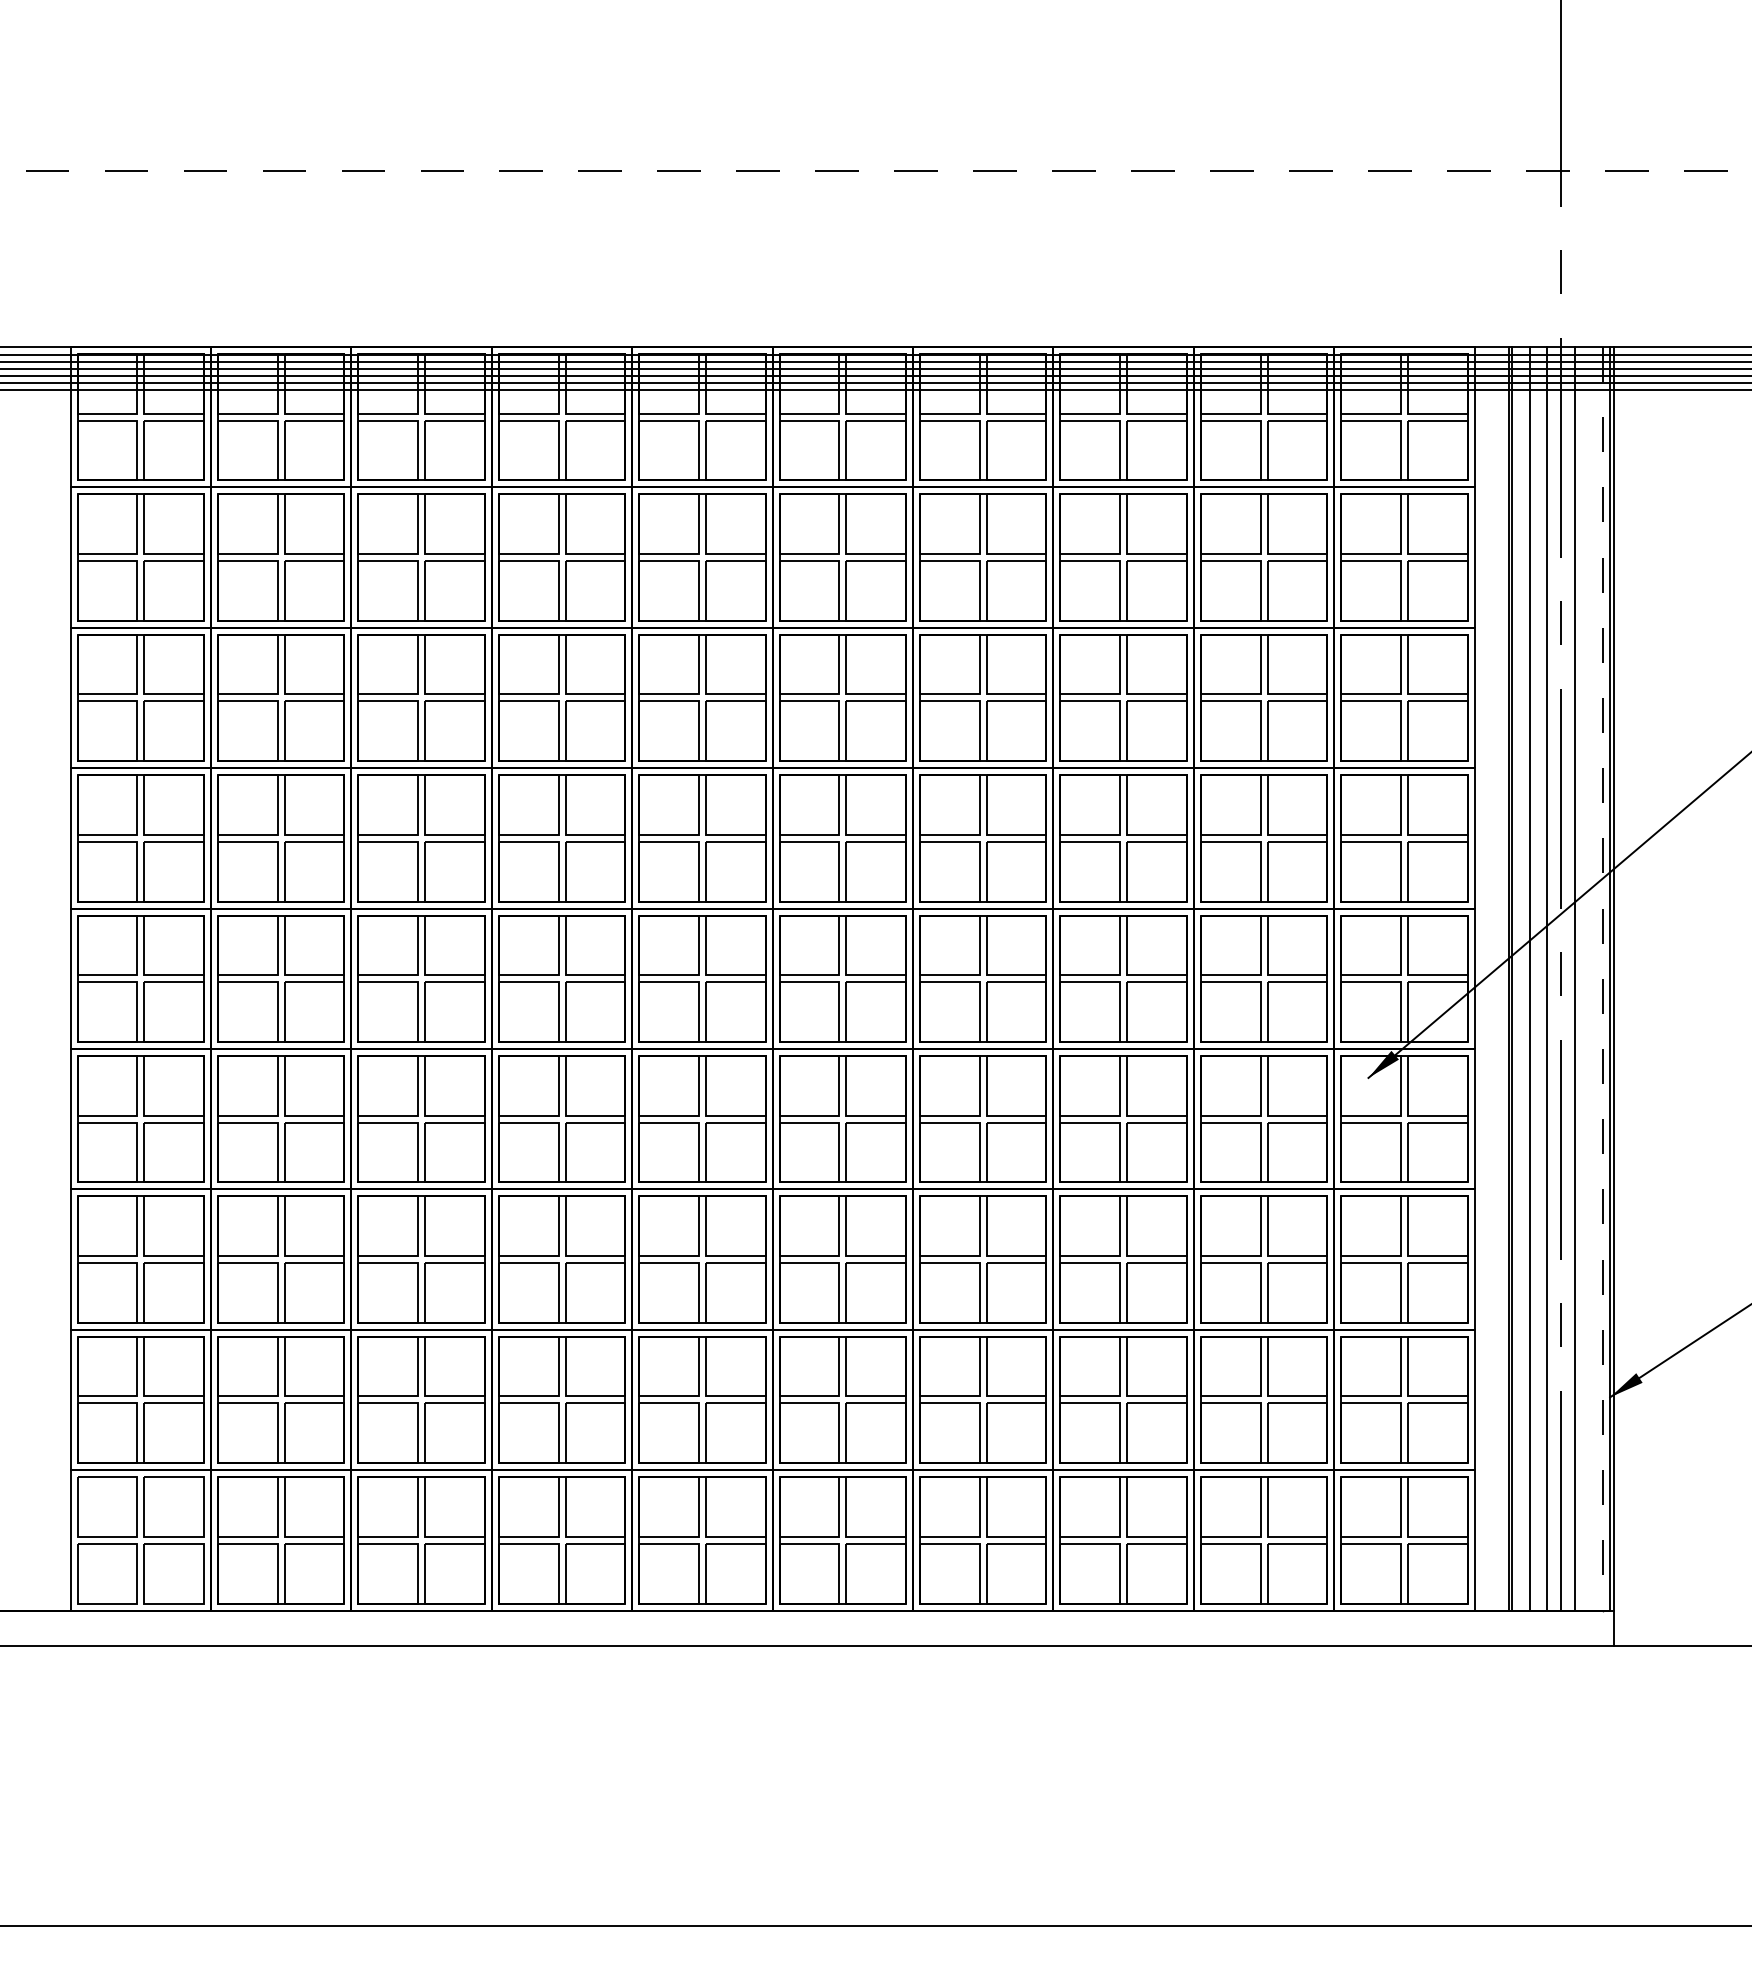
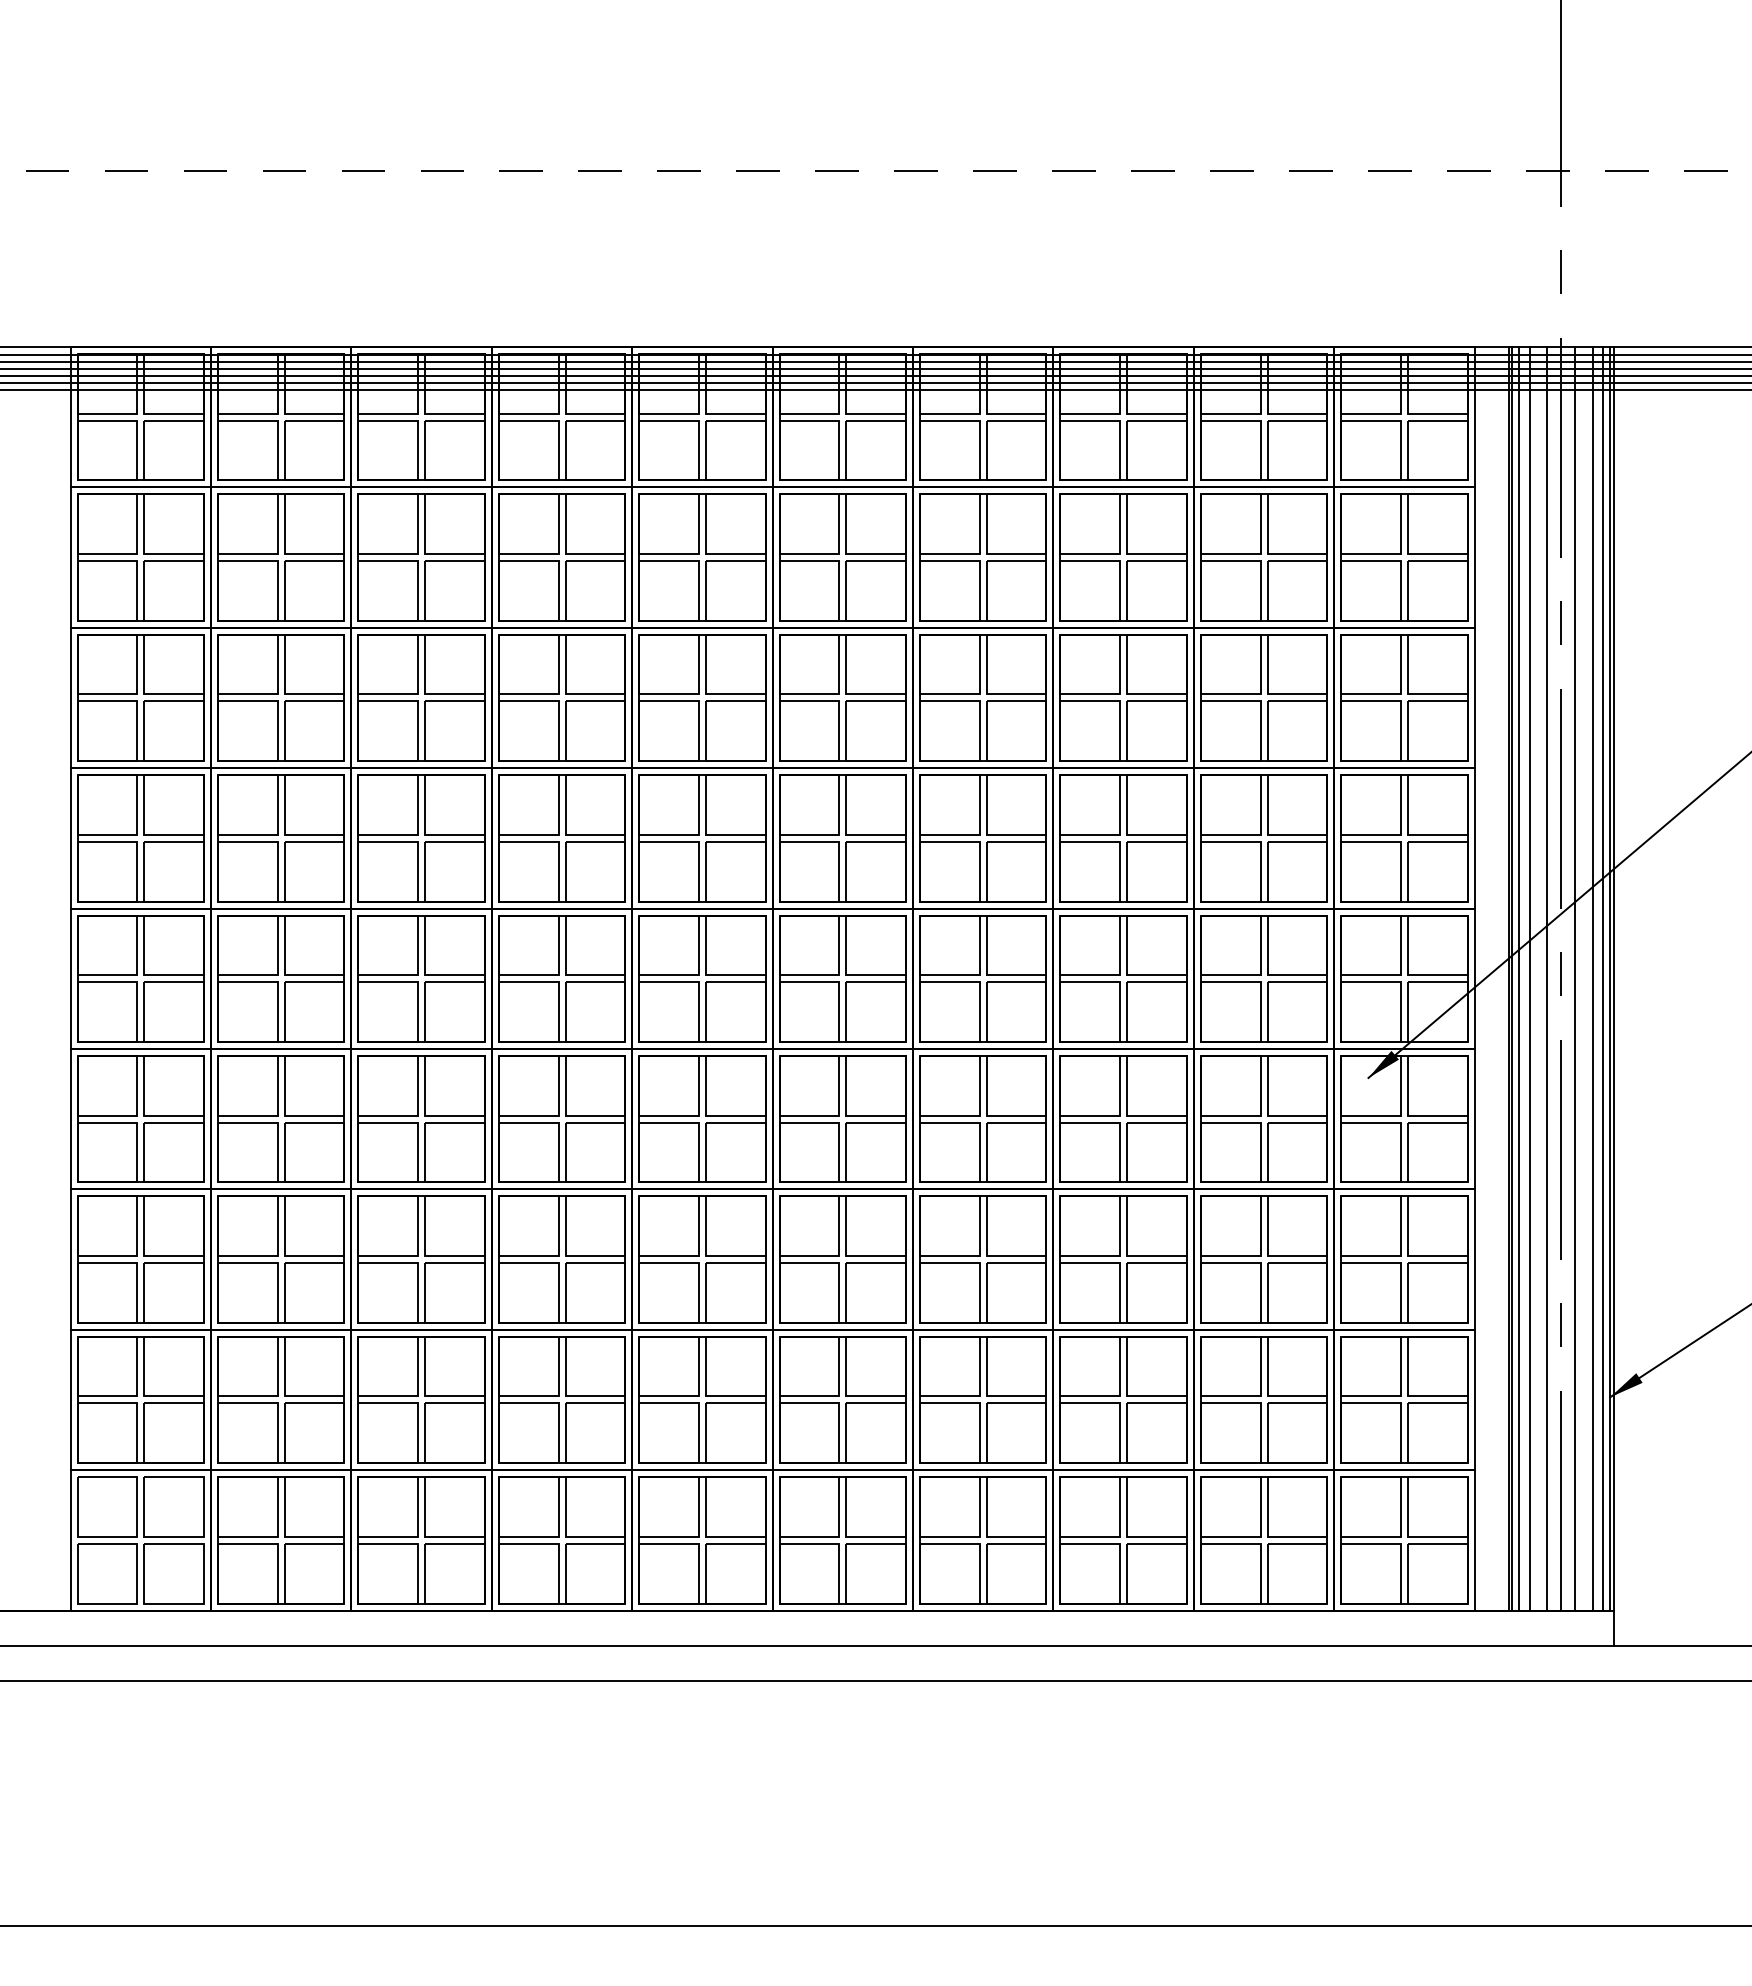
line at (1519, 978): none -> present
line at (1592, 978): none -> present
line at (1603, 978): dashed -> solid
line at (875, 1680): none -> present
